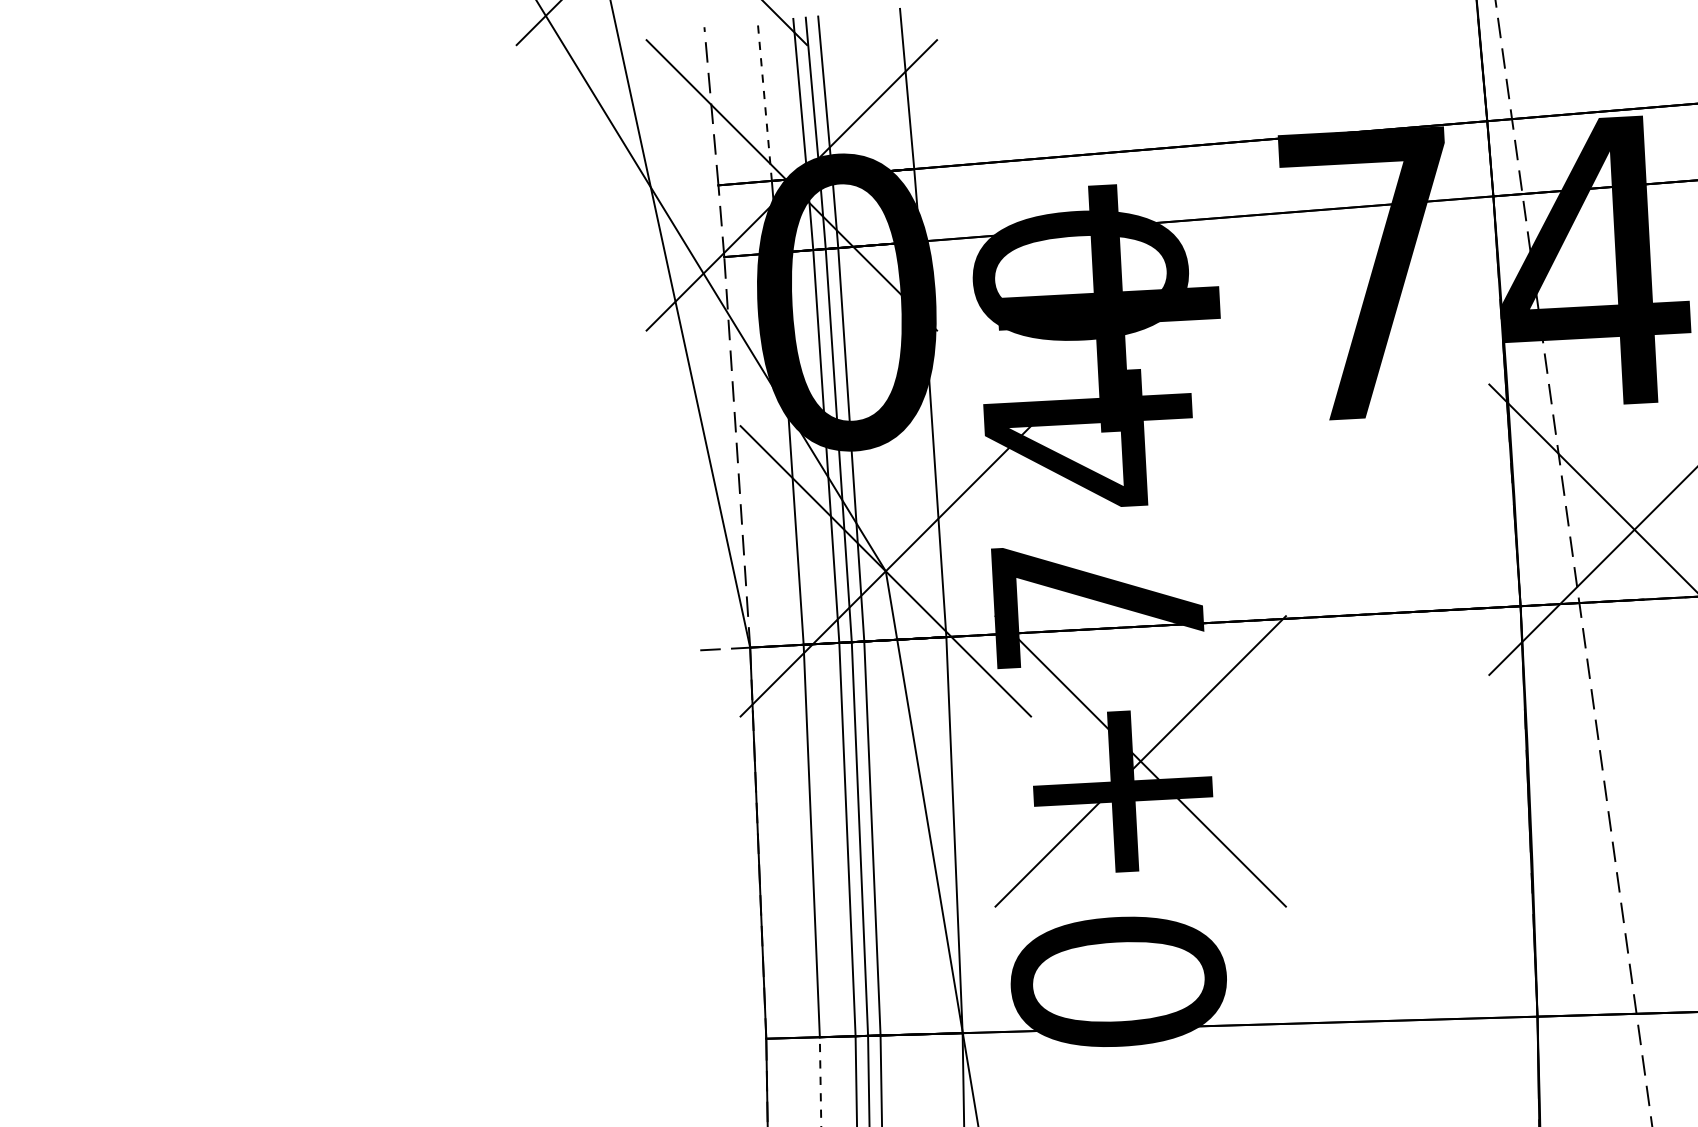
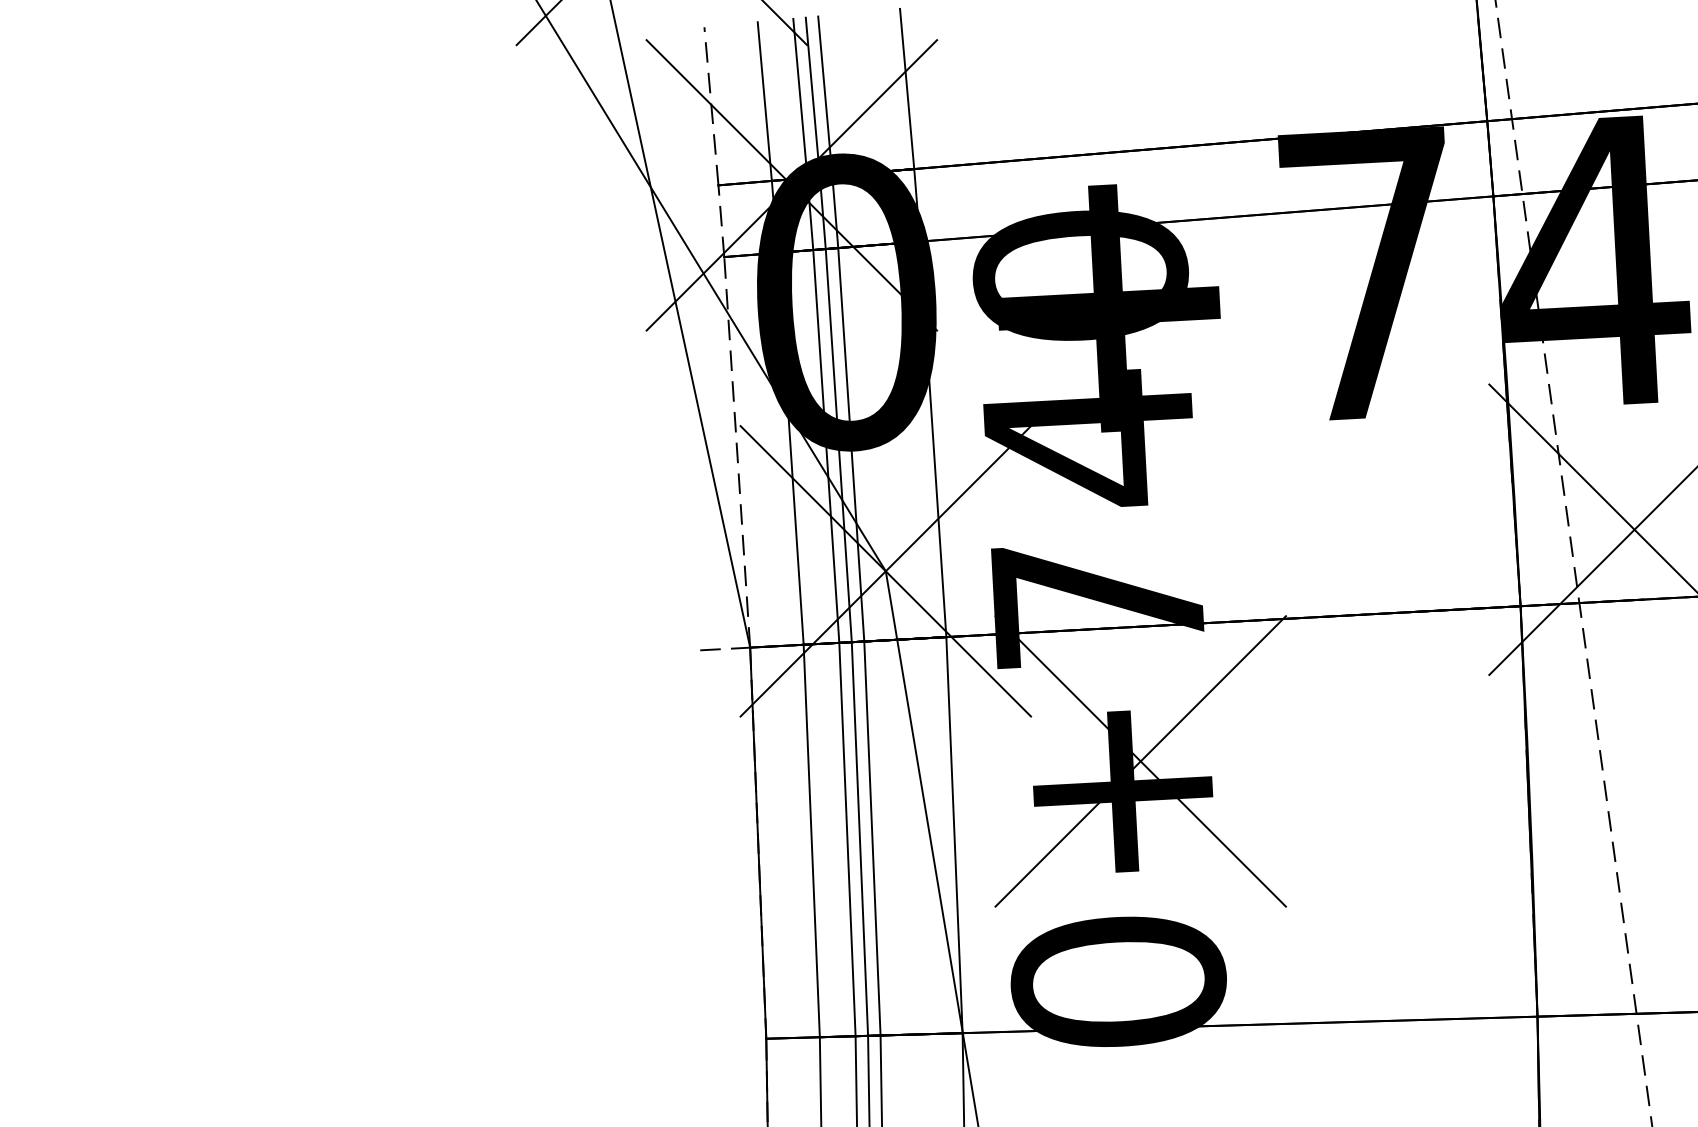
line at (764, 101): dashed -> solid
line at (820, 1081): dashed -> solid
